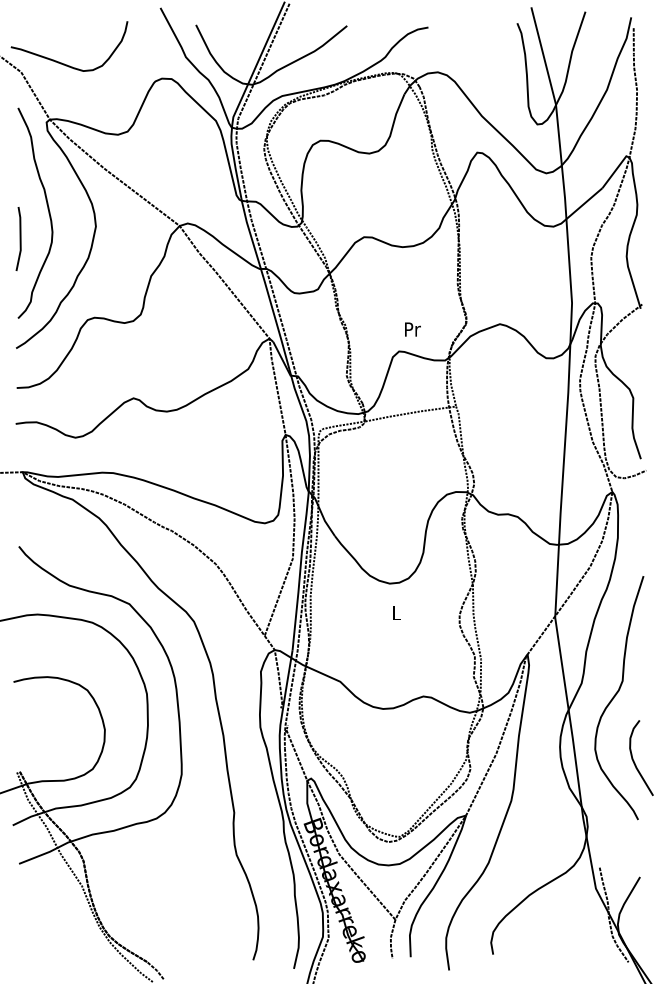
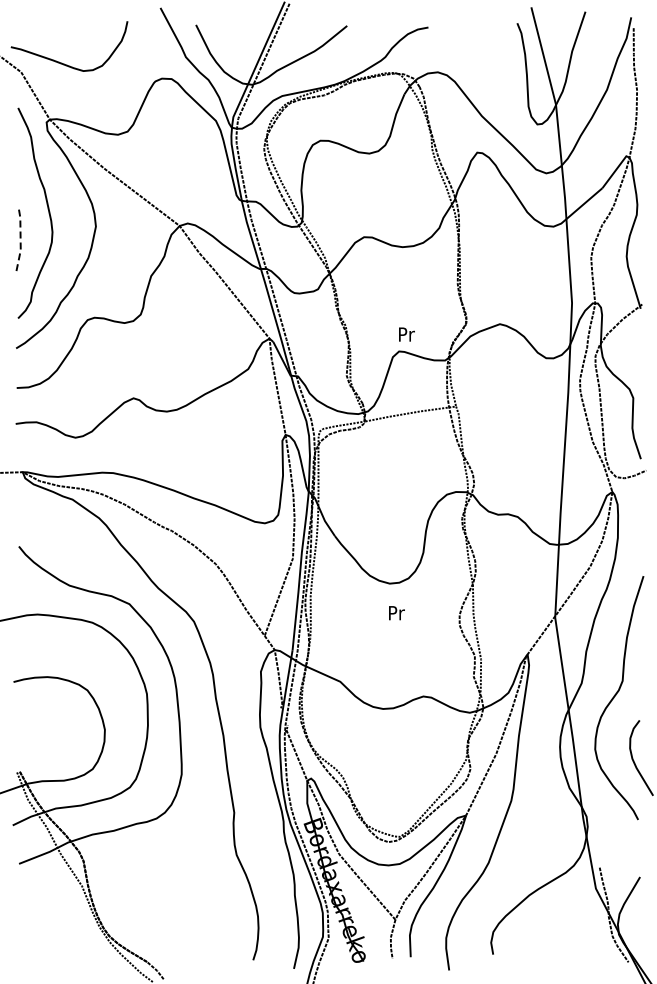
line at (20, 239): solid -> dashed
text at (412, 329) position: (412, 329) -> (406, 334)
text at (396, 613): L -> Pr
